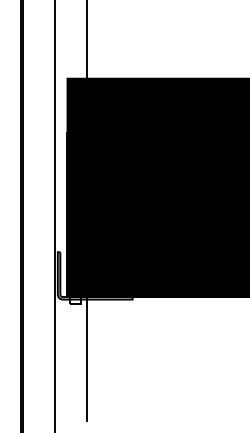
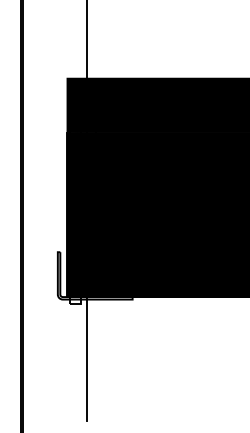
line at (55, 215): present -> none
